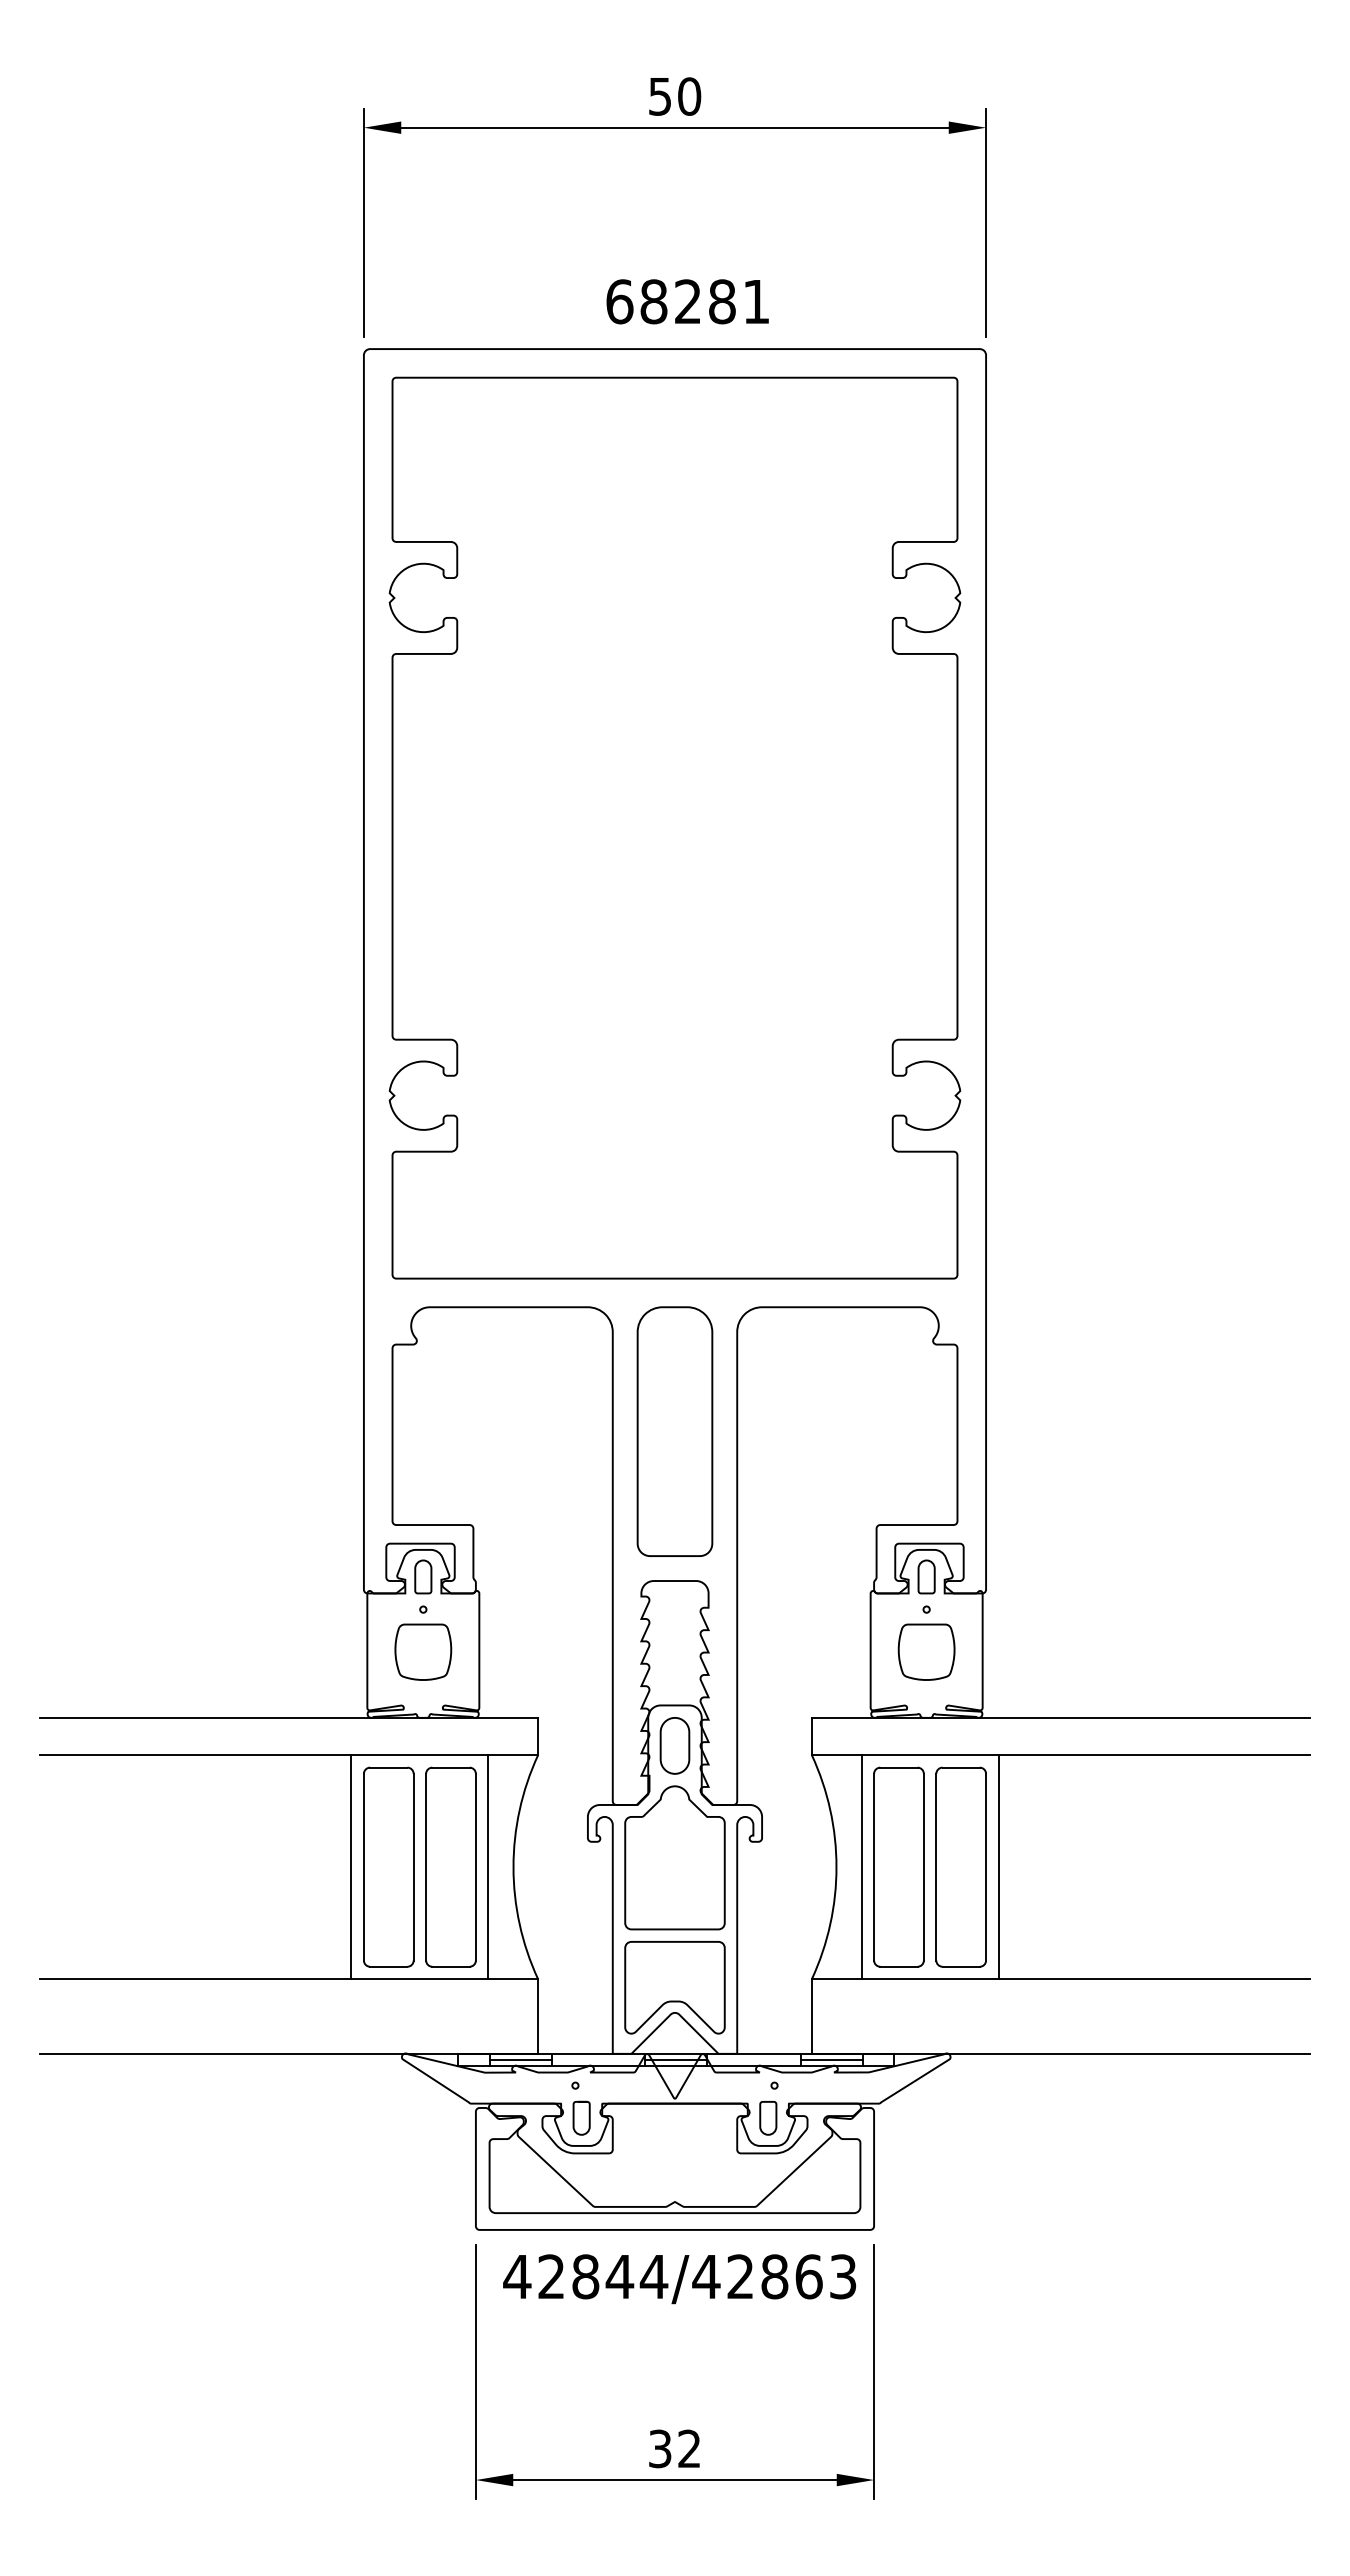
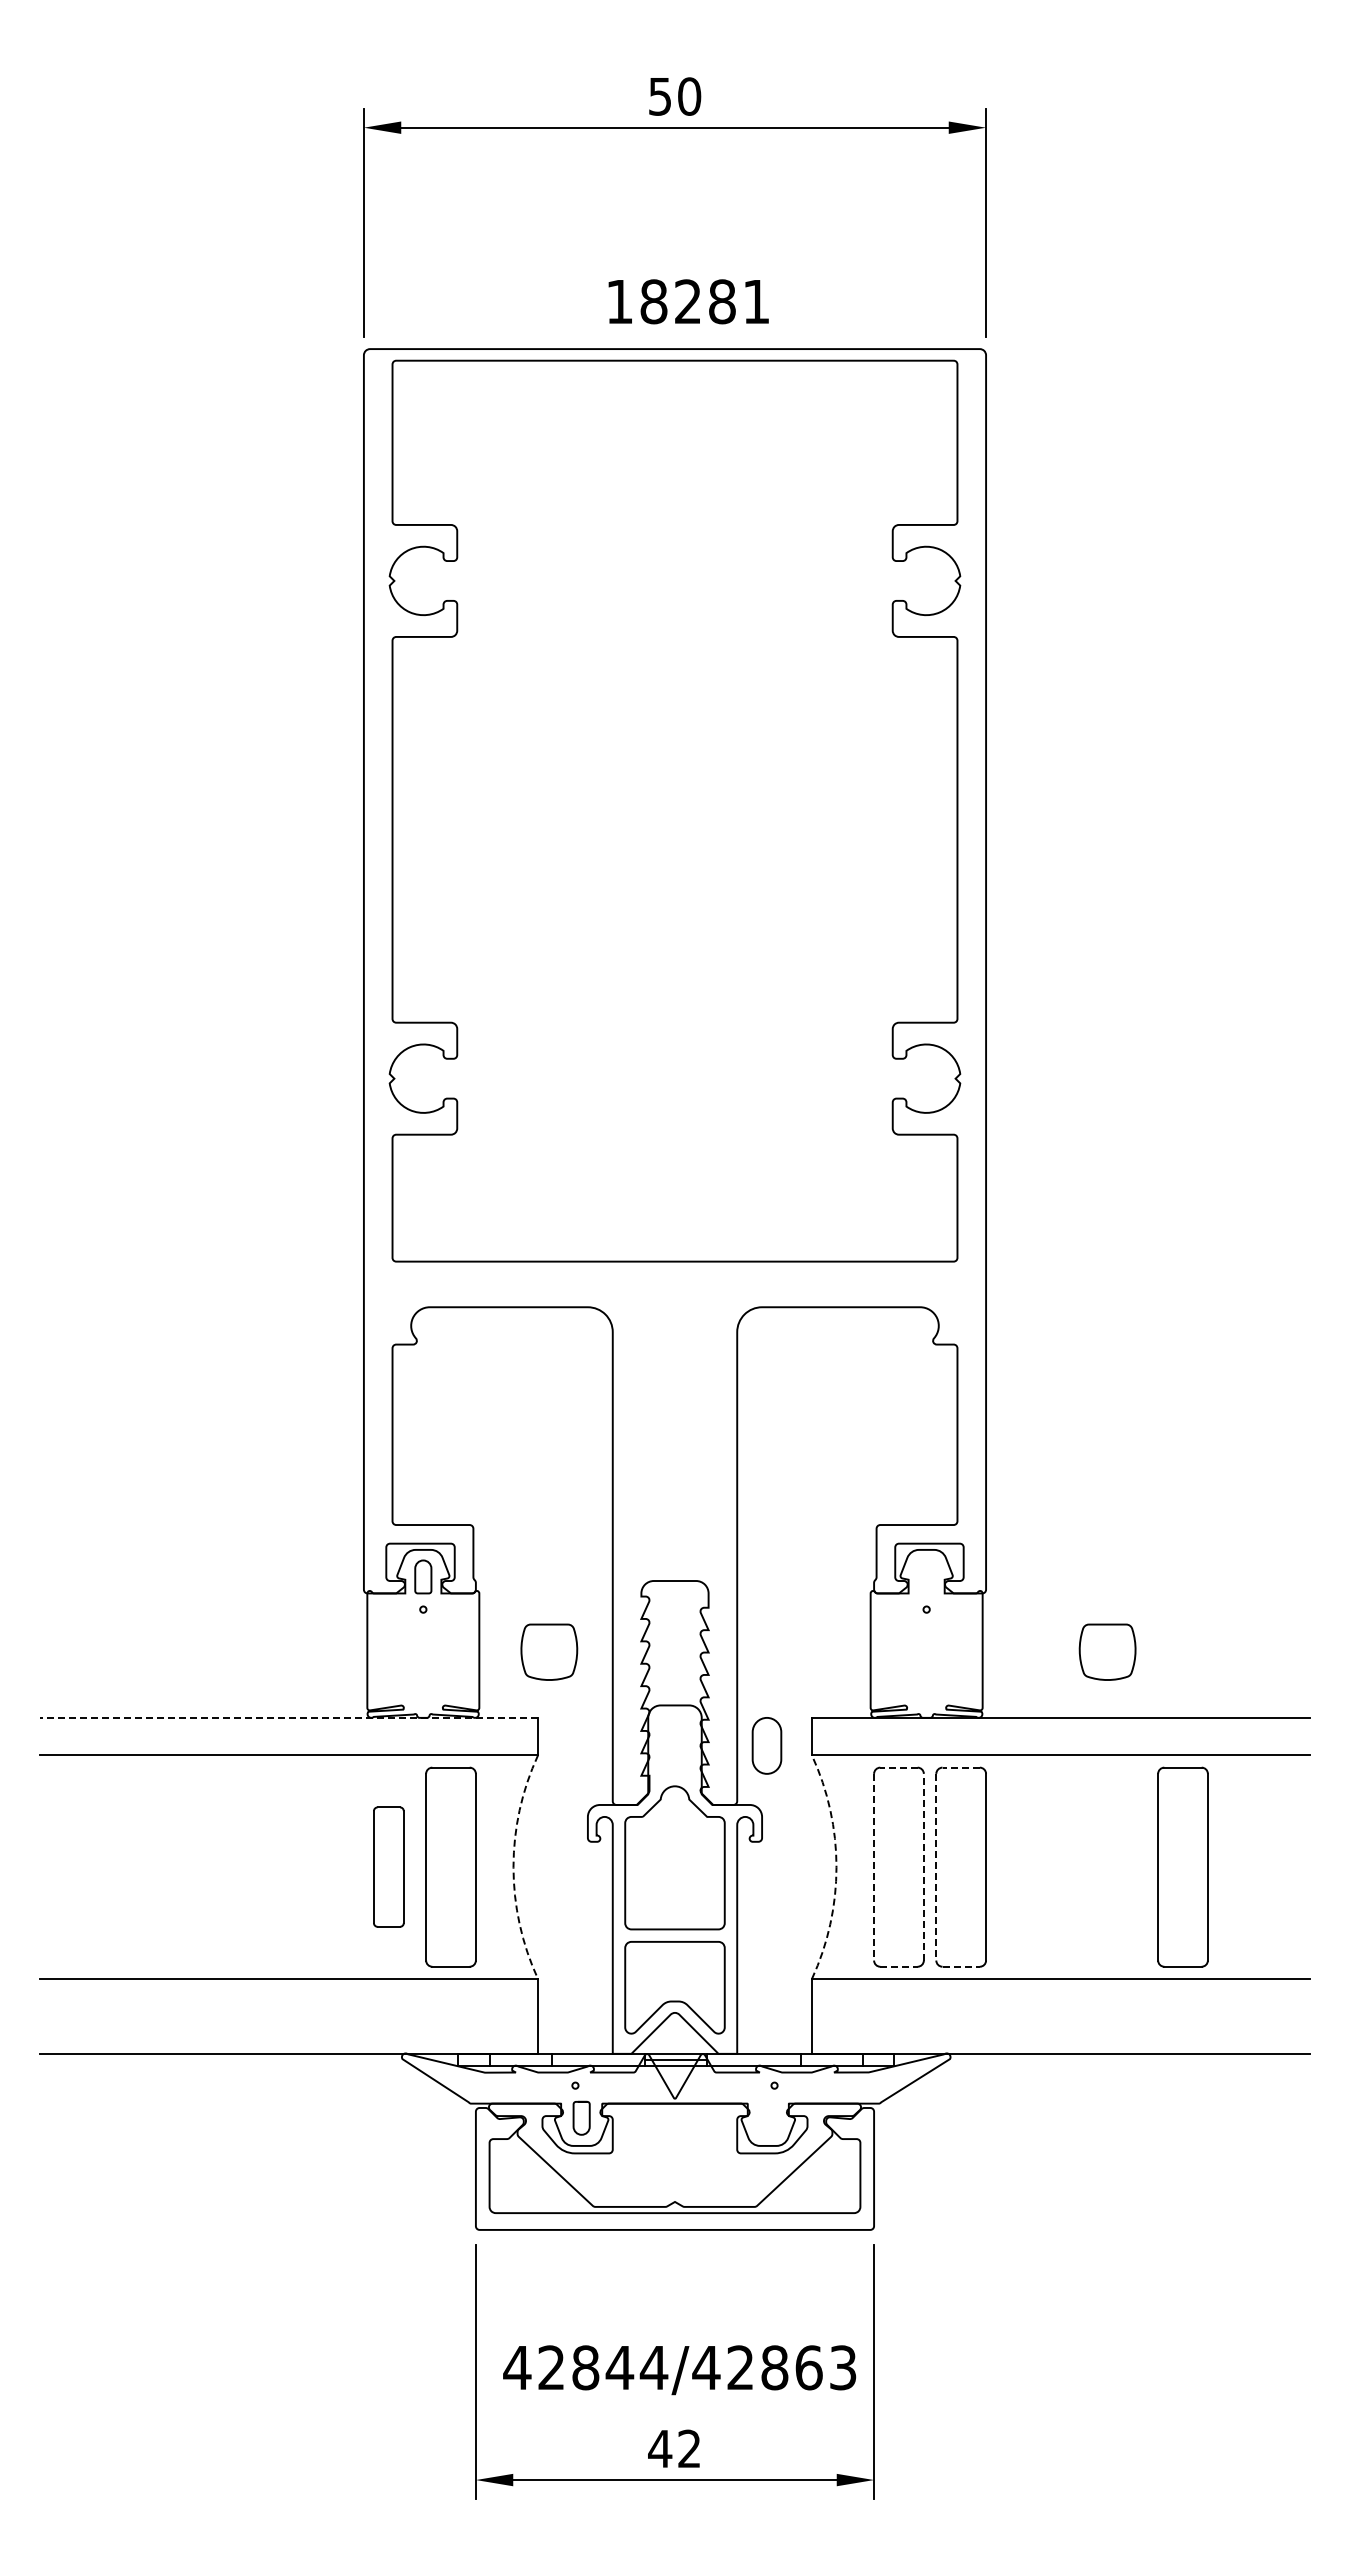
text at (619, 301): 68281 -> 18281
part at (674, 827) position: (674, 827) -> (674, 810)
part at (674, 1431): present -> none
part at (926, 1576): present -> none
part at (423, 1651) position: (423, 1651) -> (549, 1651)
part at (926, 1651) position: (926, 1651) -> (1107, 1651)
line at (289, 1717): solid -> dashed
part at (674, 1745) position: (674, 1745) -> (766, 1745)
line at (898, 1767): solid -> dashed
line at (961, 1767): solid -> dashed
part at (388, 1866) size: 52x202 px -> 32x122 px
line at (923, 1866): solid -> dashed
part at (1182, 1866): none -> present
line at (351, 1867): present -> none
line at (488, 1867): present -> none
arc at (513, 1867): solid -> dashed
arc at (836, 1867): solid -> dashed
line at (861, 1867): present -> none
line at (874, 1867): solid -> dashed
line at (936, 1867): solid -> dashed
line at (998, 1867): present -> none
line at (898, 1966): solid -> dashed
line at (961, 1966): solid -> dashed
line at (520, 2060): present -> none
line at (831, 2060): present -> none
part at (768, 2118): present -> none
text at (679, 2279) position: (679, 2279) -> (679, 2370)
text at (660, 2448): 32 -> 42
